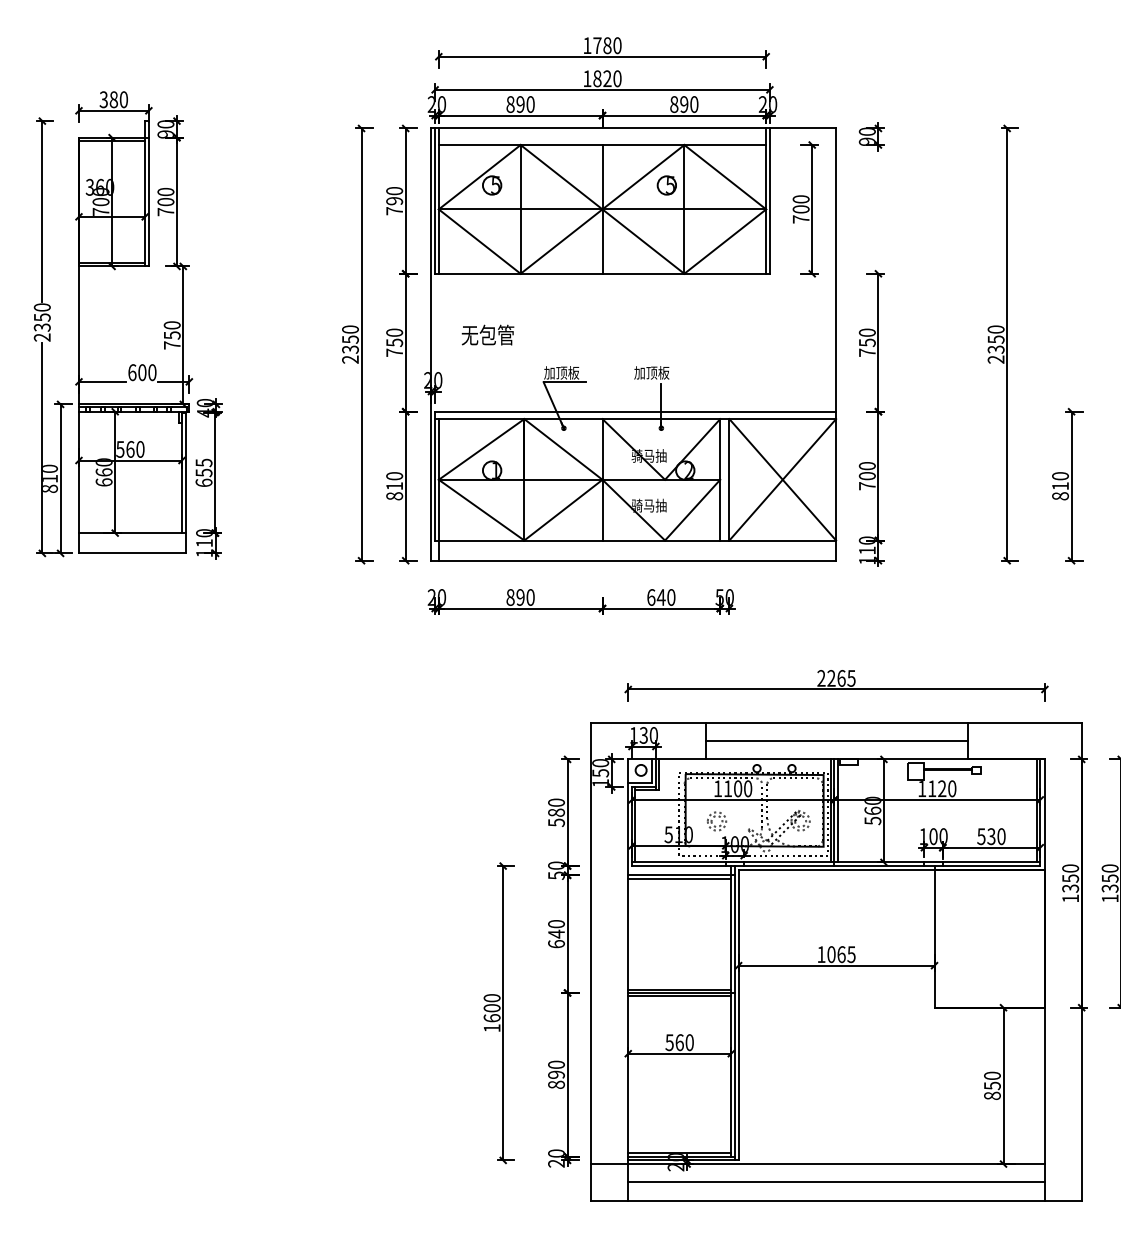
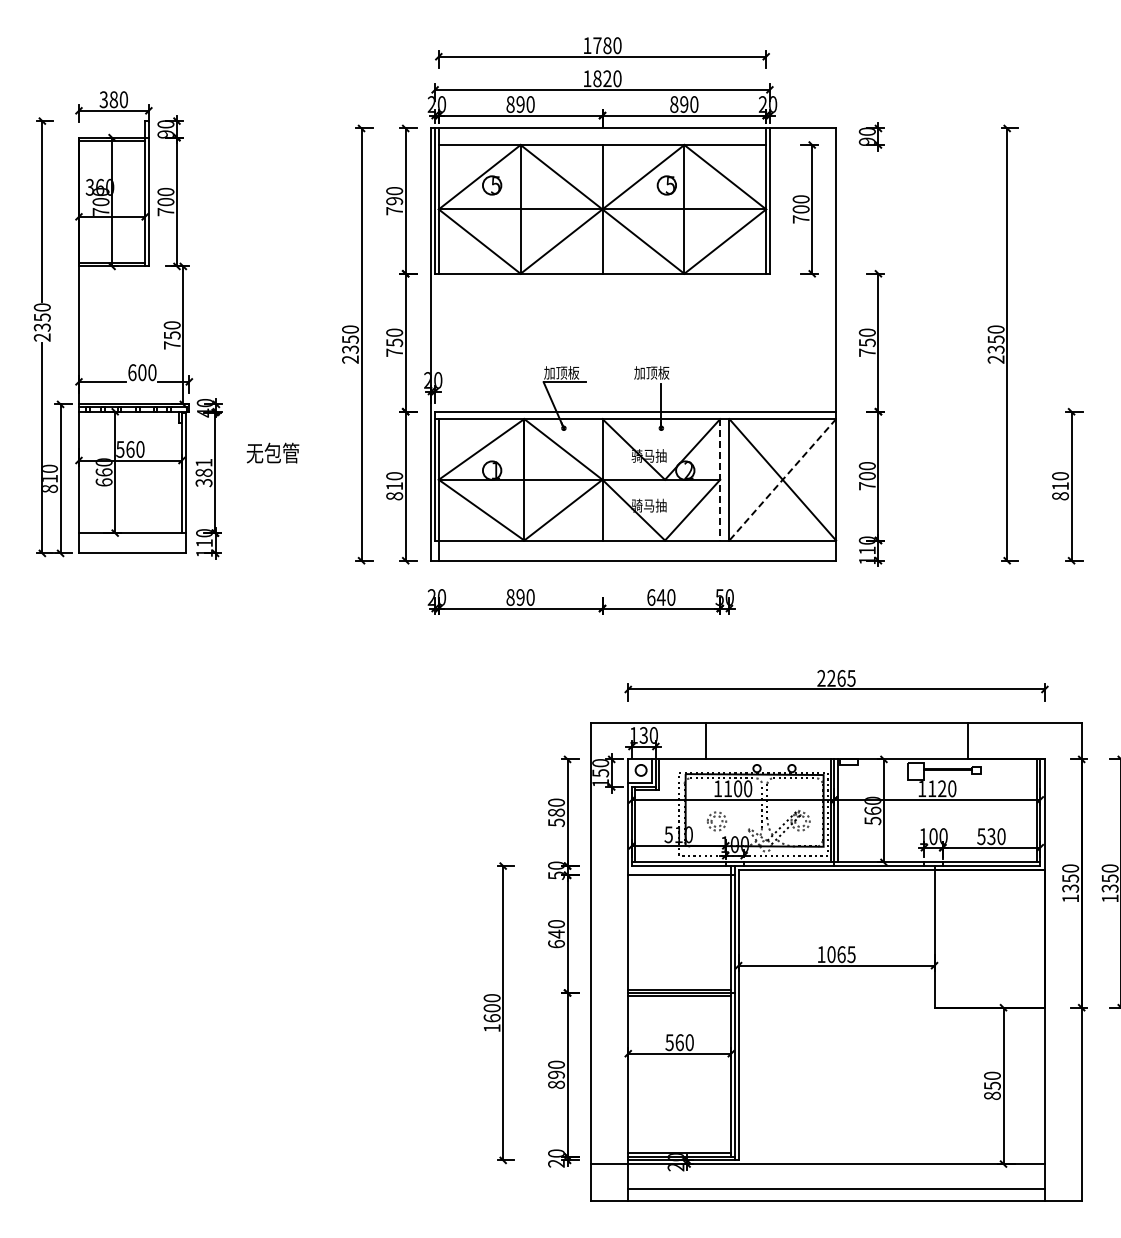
text at (487, 334) position: (487, 334) -> (272, 452)
text at (203, 472): 655 -> 381
line at (720, 479): solid -> dashed
line at (782, 479): solid -> dashed
line at (836, 741): present -> none
line at (679, 878): present -> none
line at (836, 1182) position: (836, 1182) -> (836, 1189)
